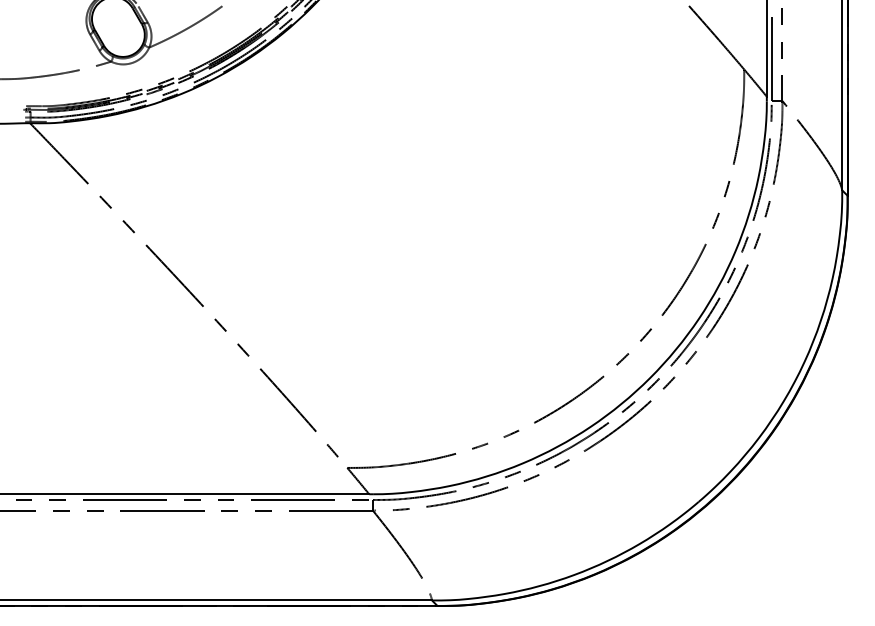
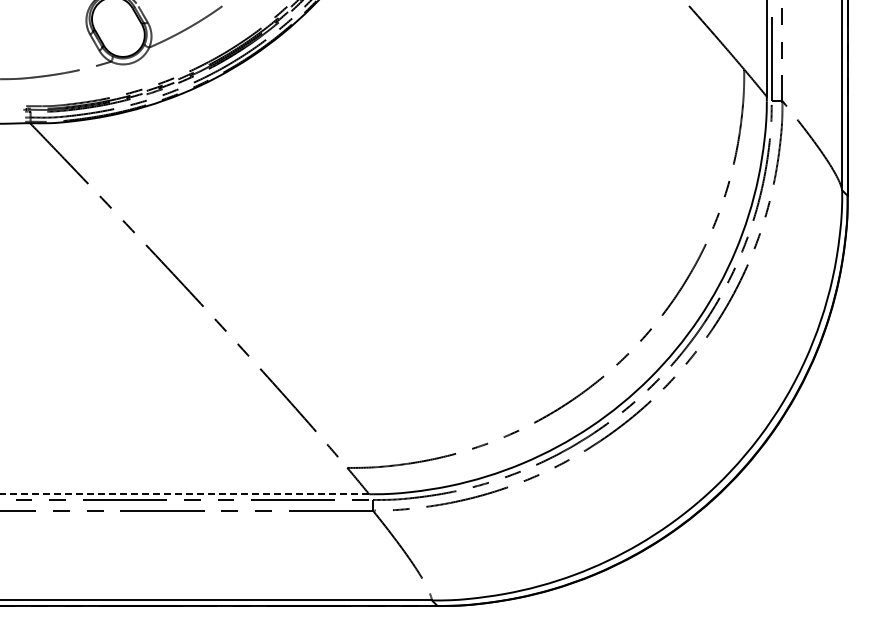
line at (184, 494): solid -> dashed
